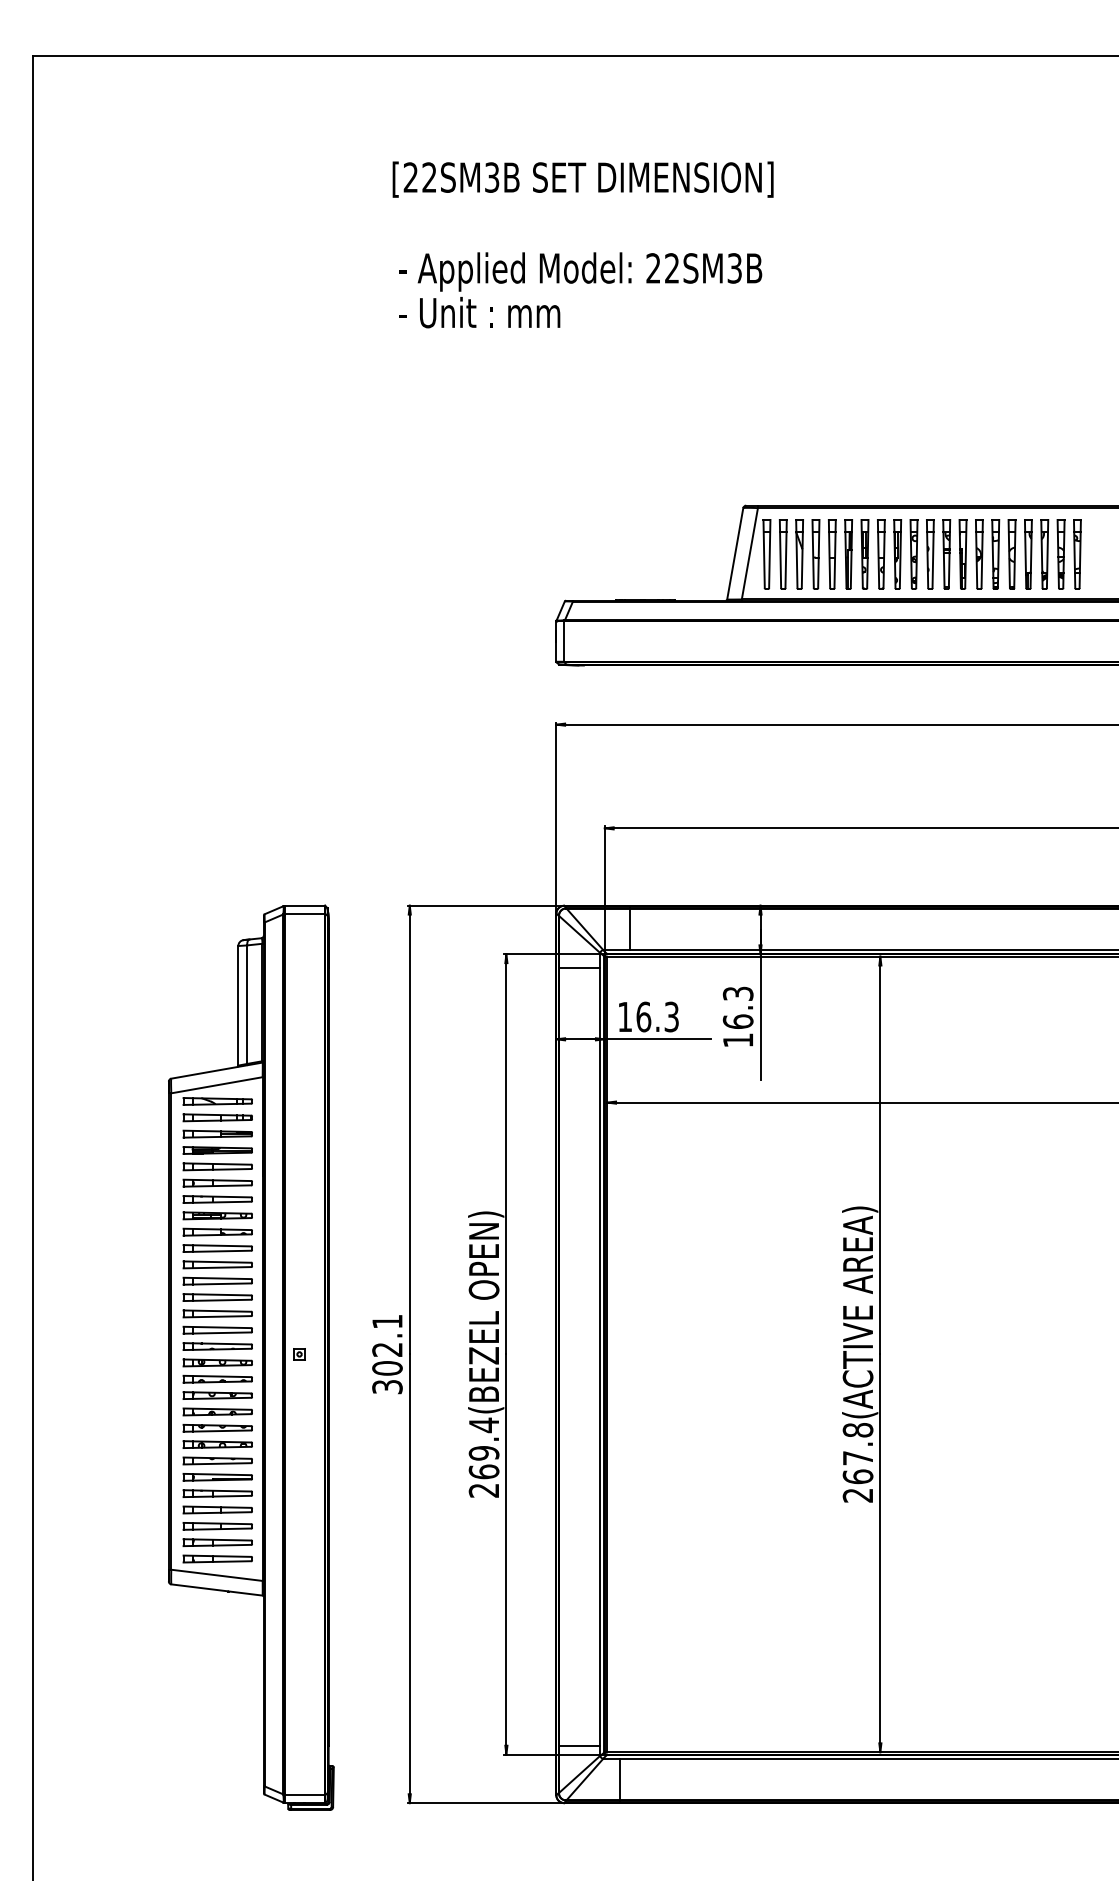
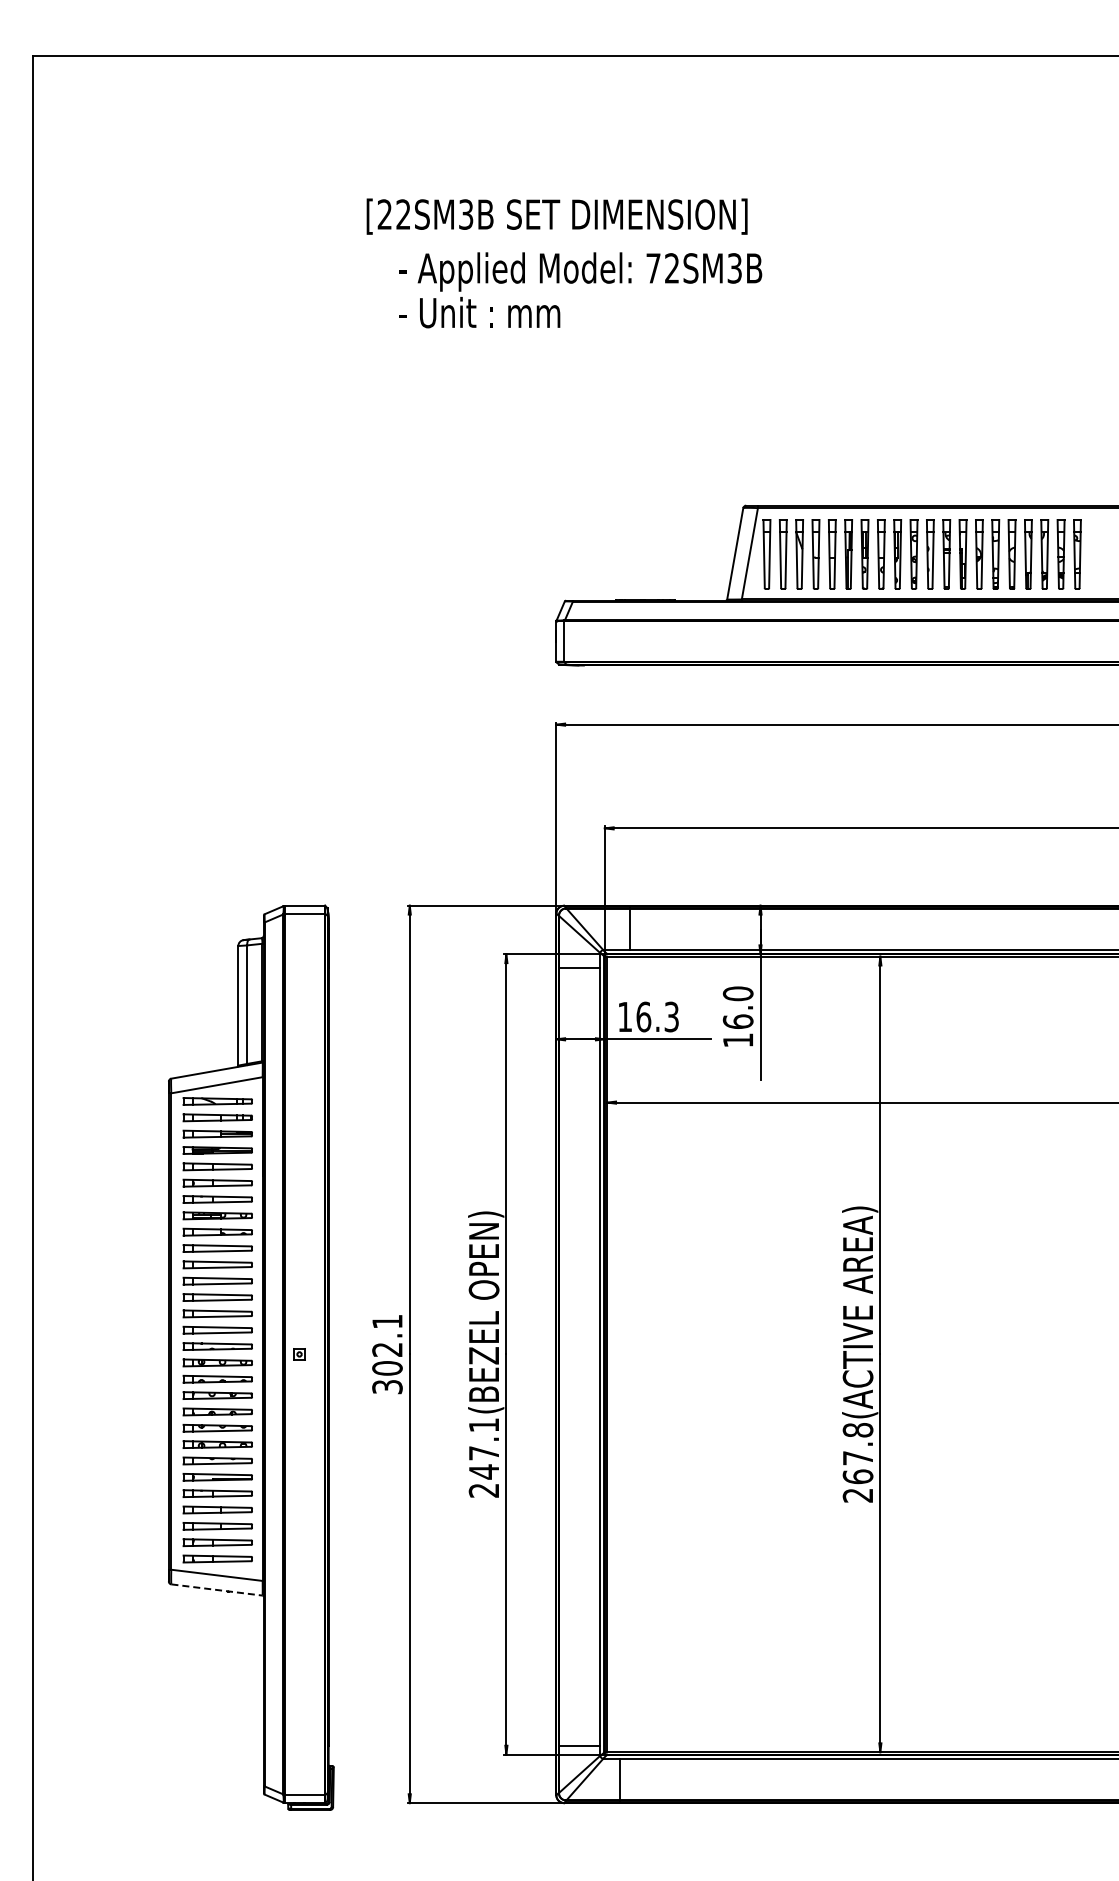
text at (582, 179) position: (582, 179) -> (556, 216)
text at (653, 268): 22SM3B -> 72SM3B
text at (738, 993): 16.3 -> 16.0
text at (483, 1448): 269.4(BEZEL -> 247.1(BEZEL
line at (217, 1589): solid -> dashed
